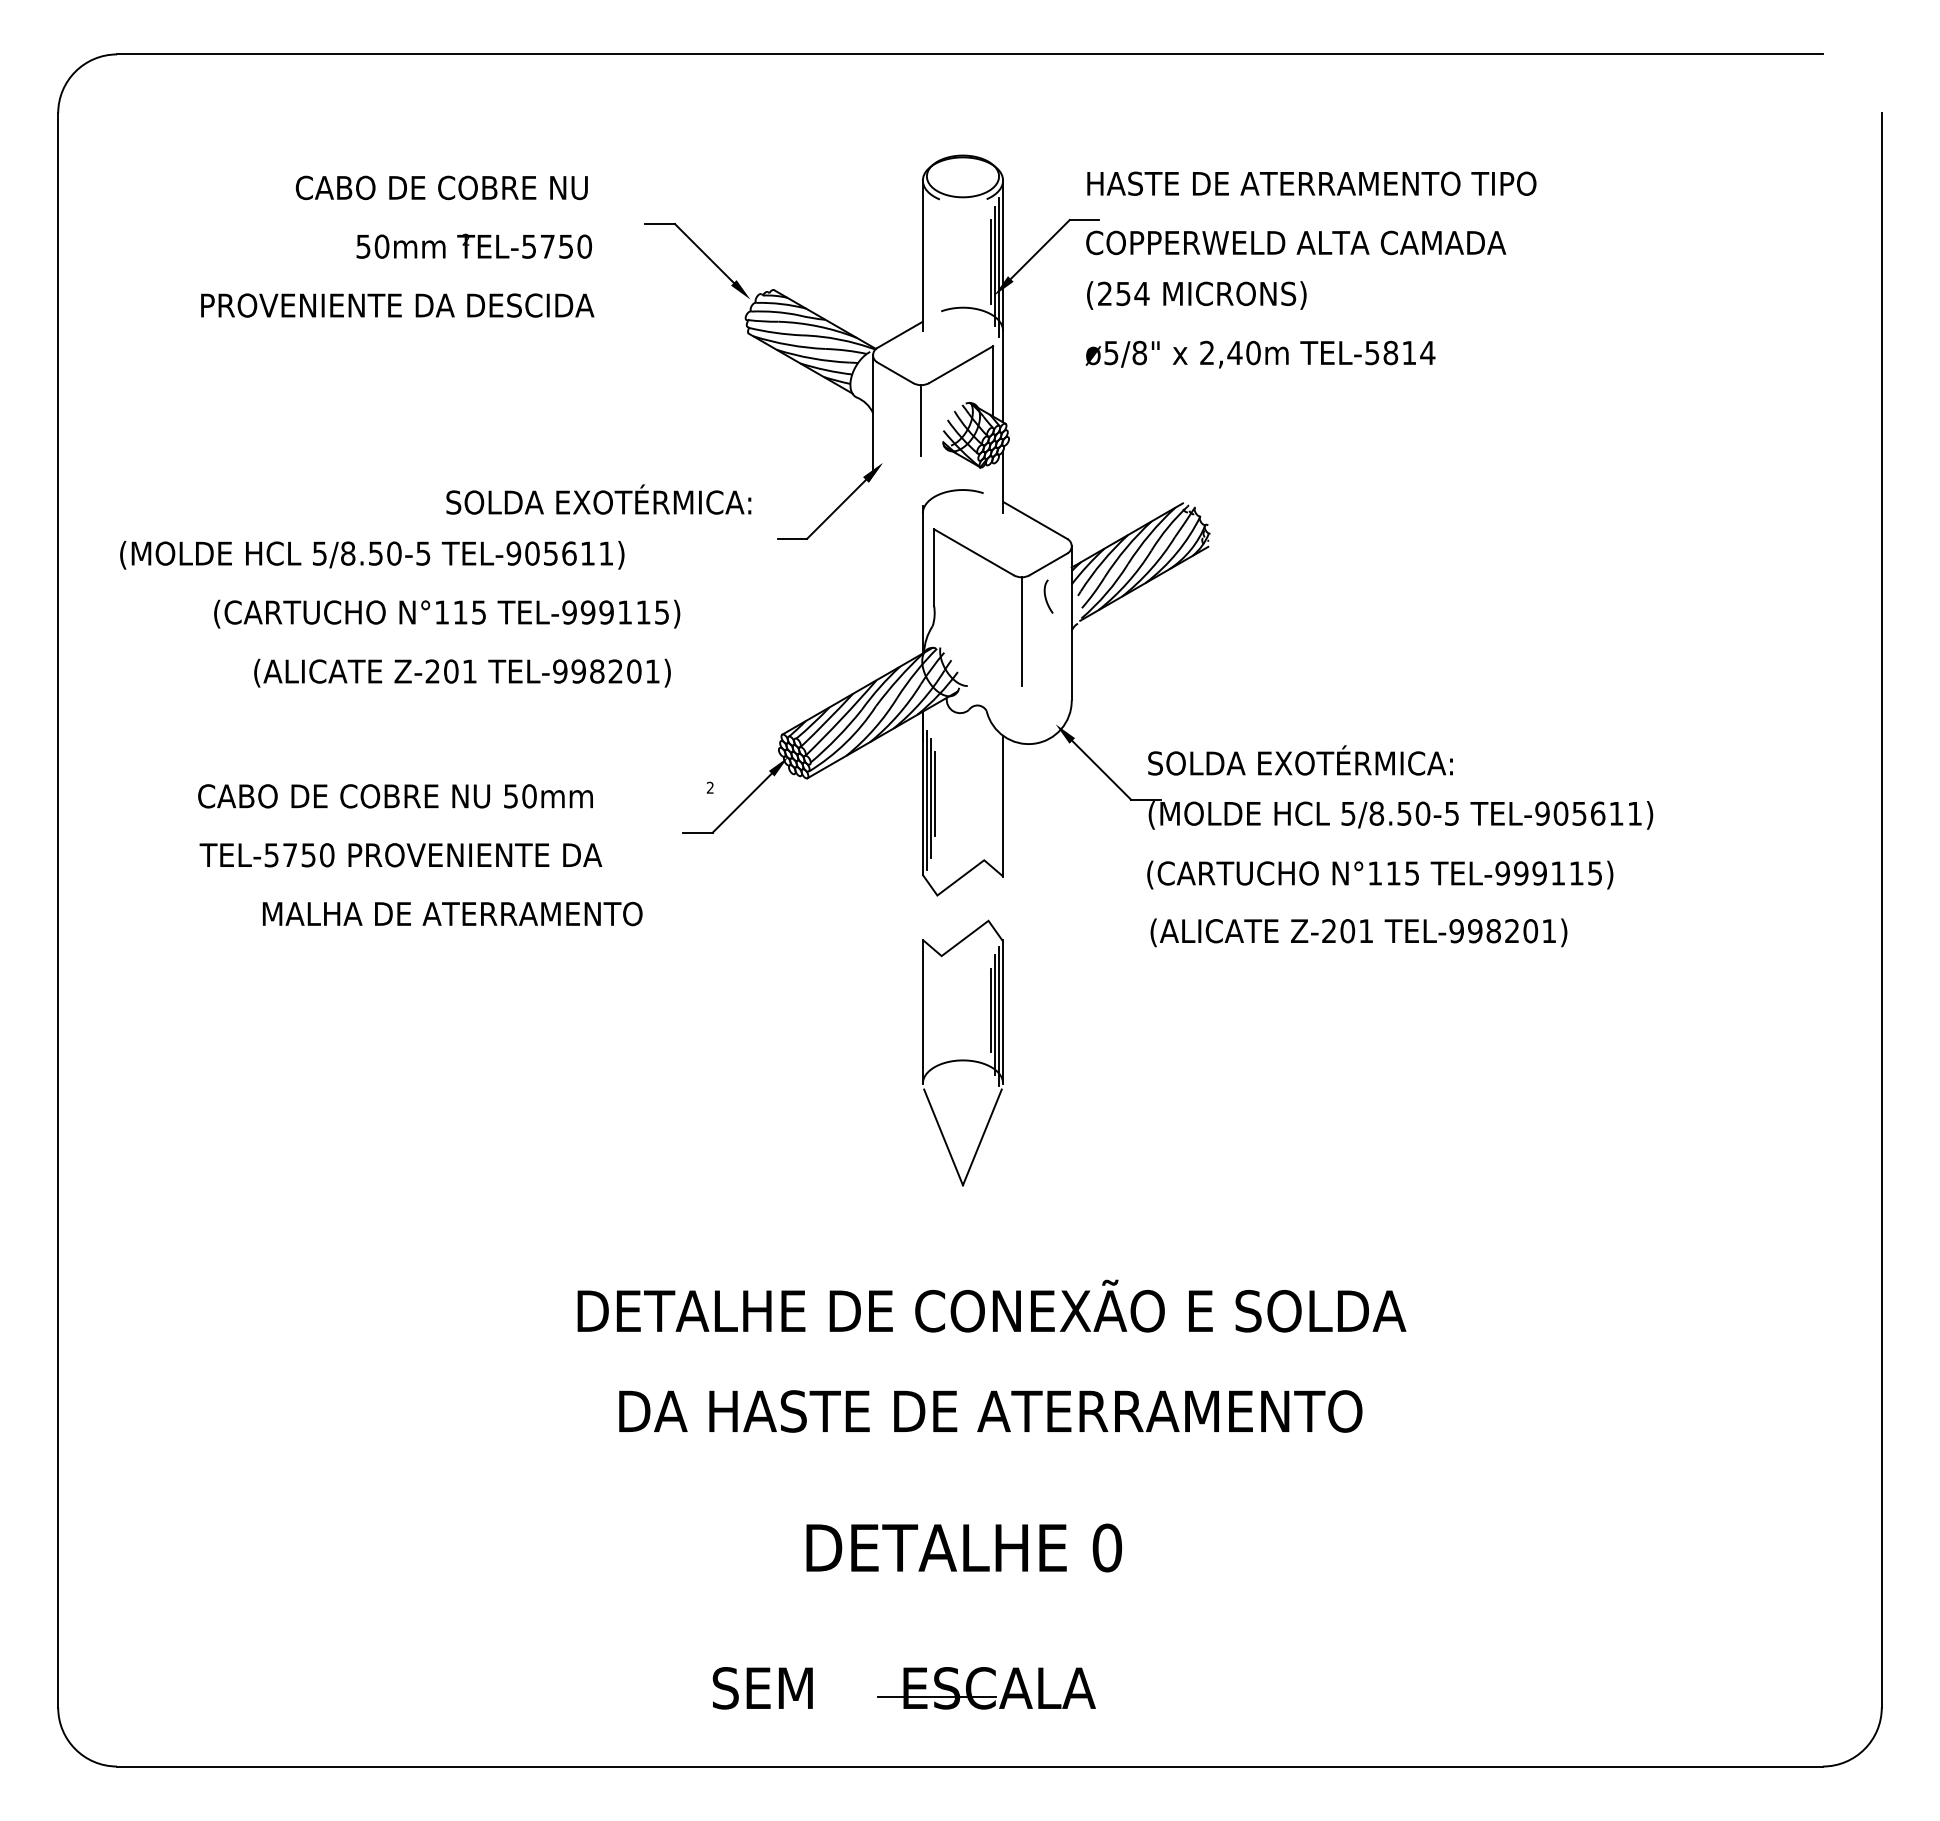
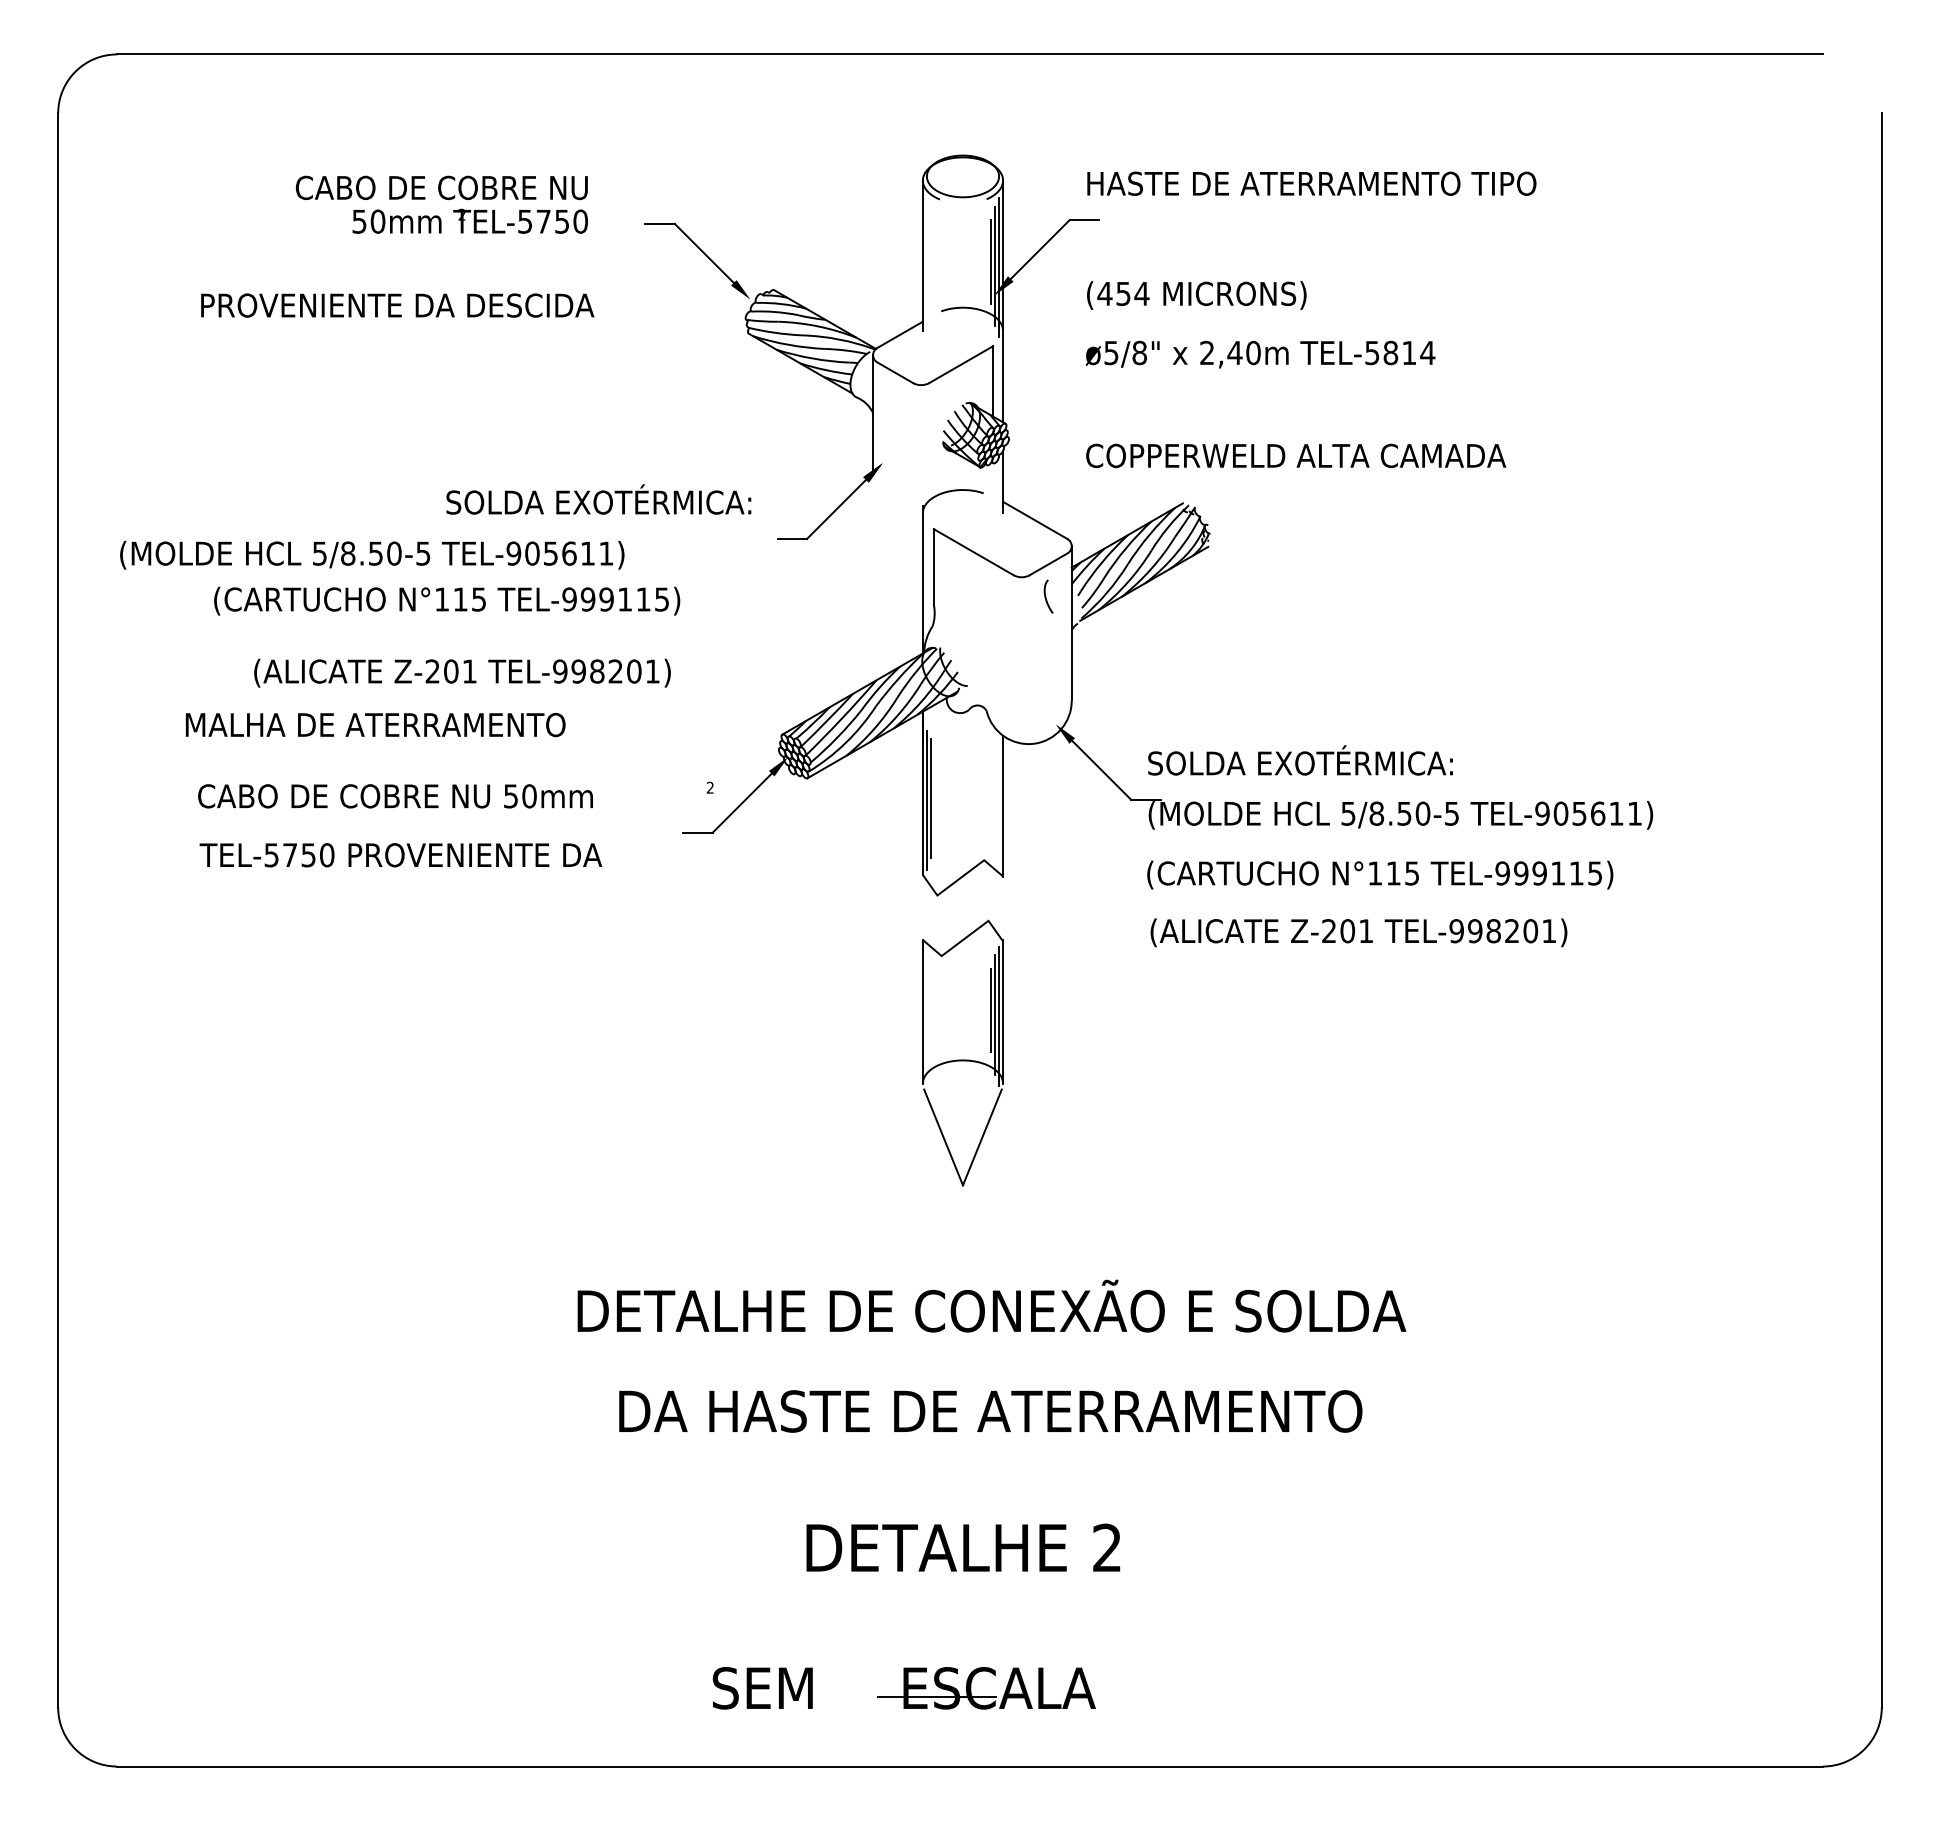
text at (1296, 242) position: (1296, 242) -> (1296, 455)
text at (473, 245) position: (473, 245) -> (469, 220)
text at (1104, 293): (254 -> (454
line at (921, 420): present -> none
text at (447, 613) position: (447, 613) -> (447, 600)
line at (1021, 631): present -> none
line at (935, 794): present -> none
text at (452, 913) position: (452, 913) -> (375, 724)
text at (1107, 1547): 0 -> 2
